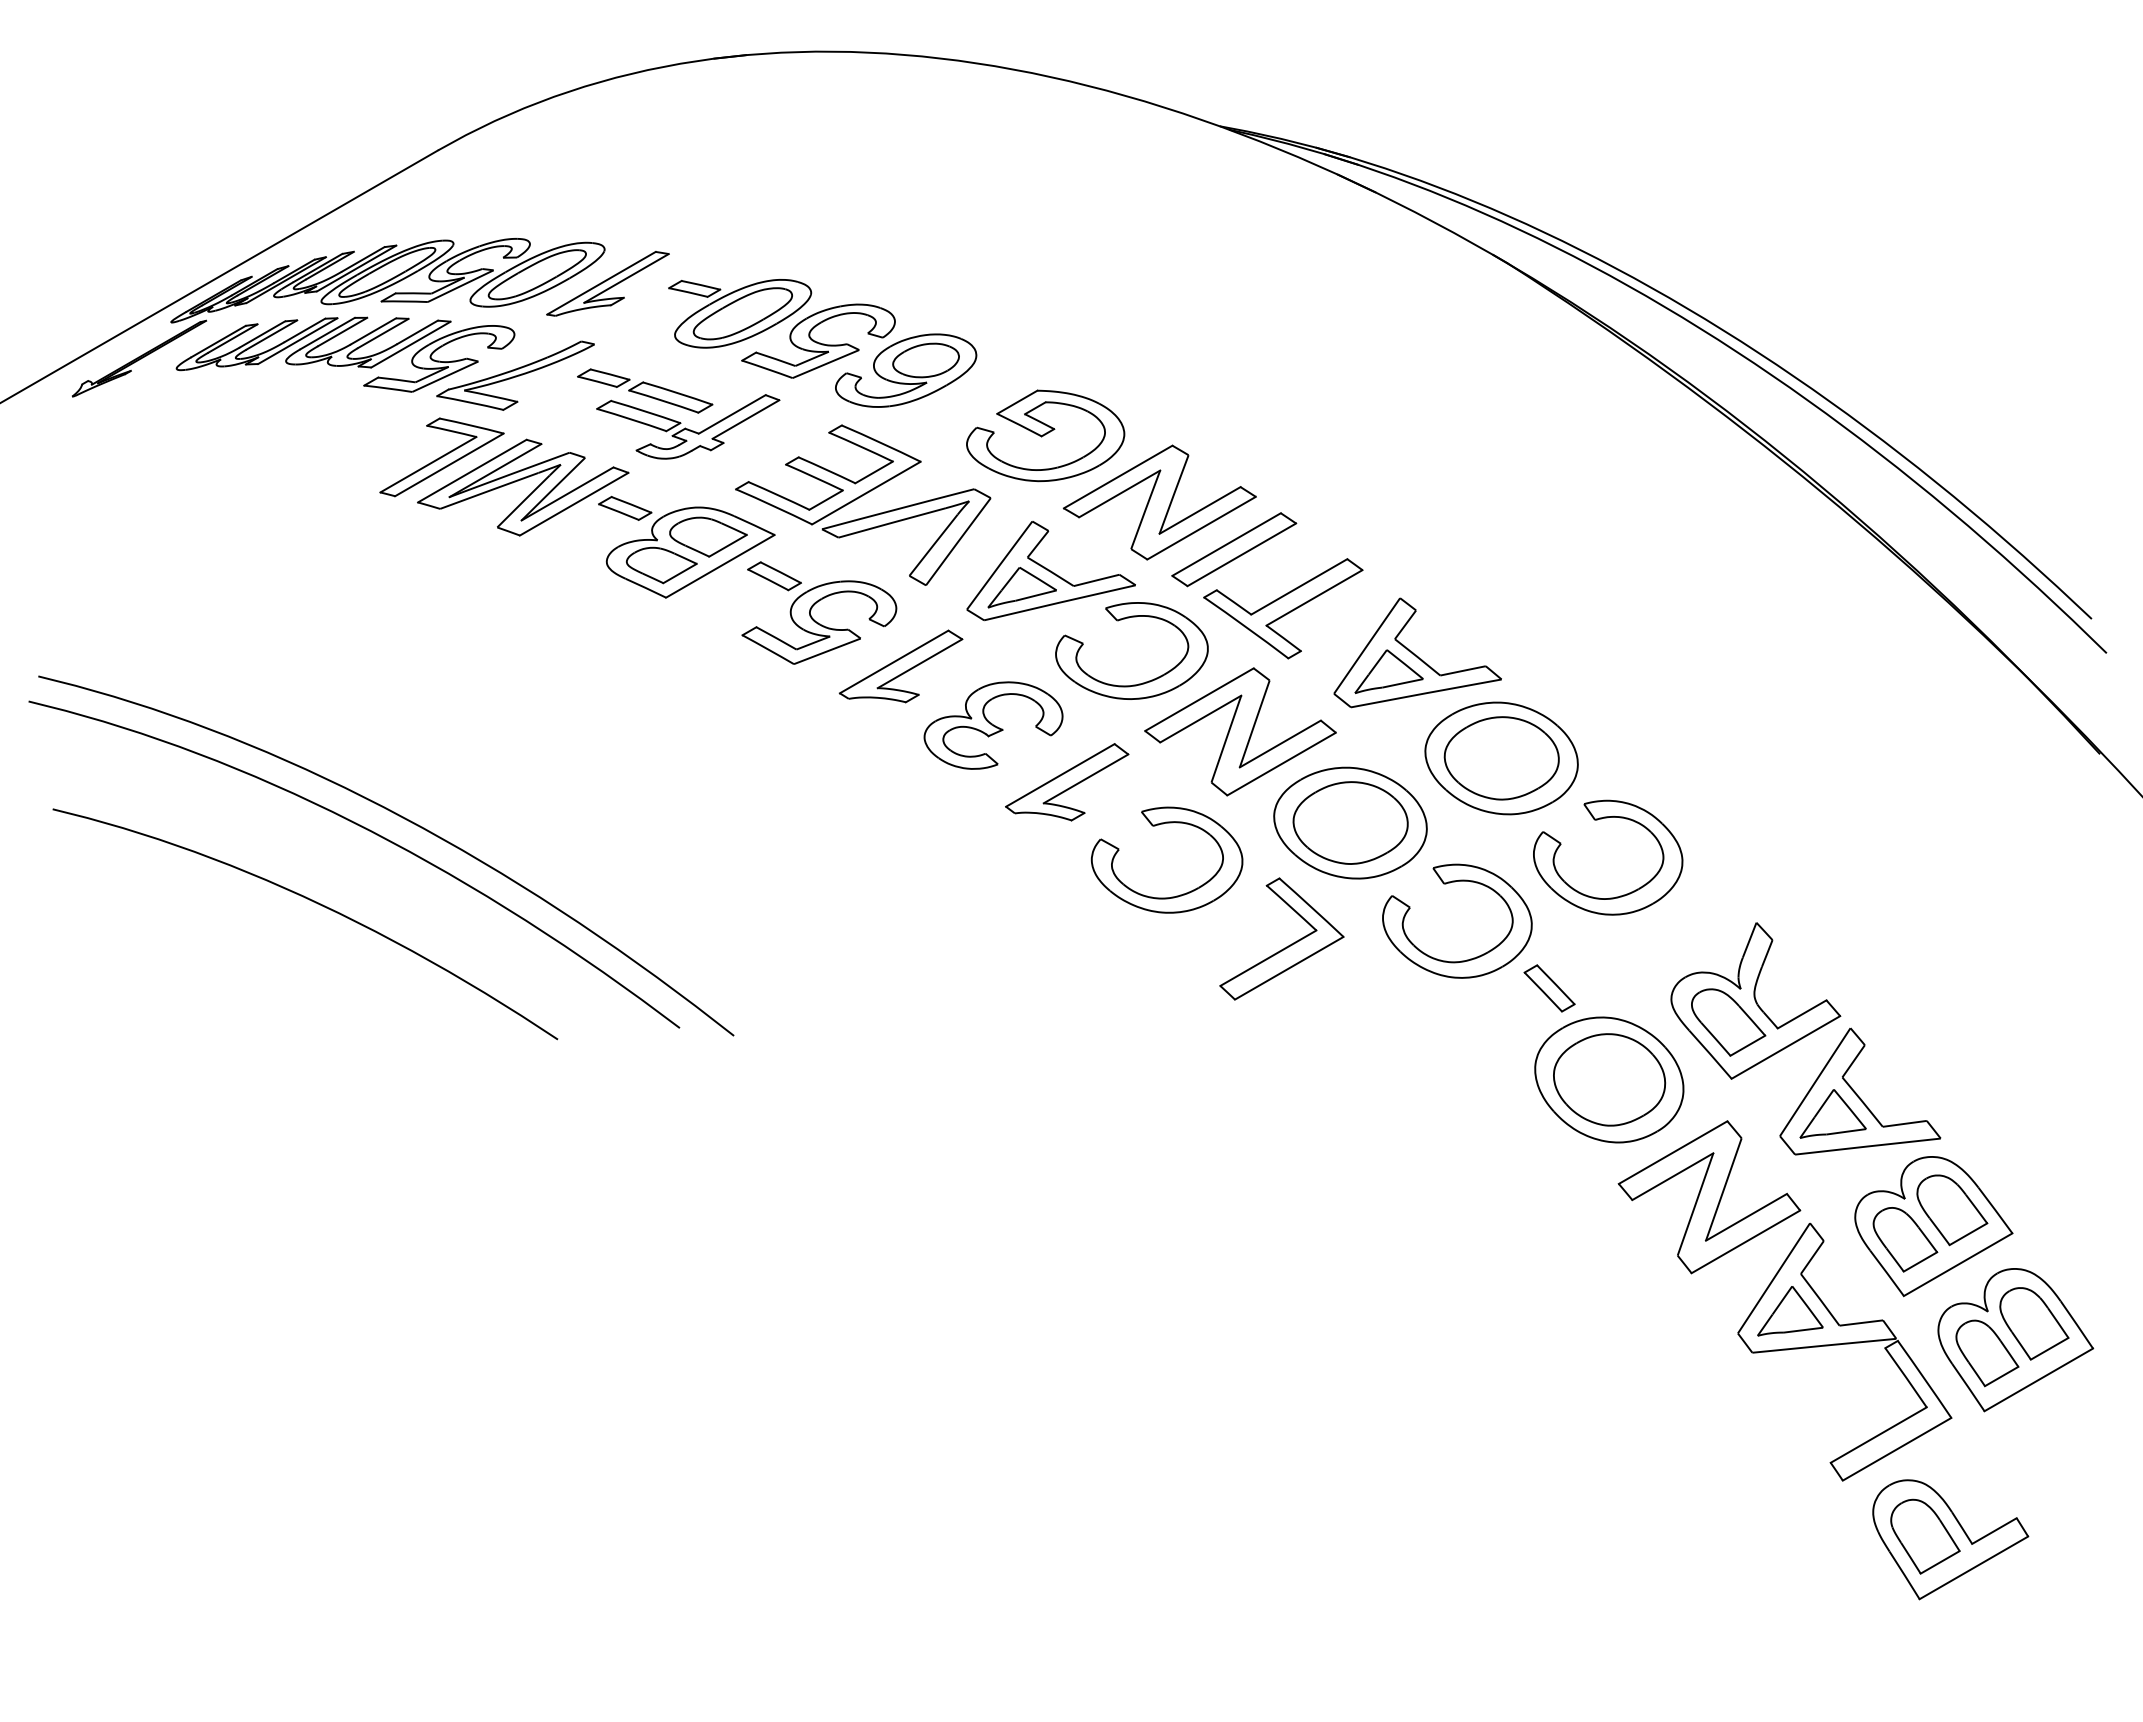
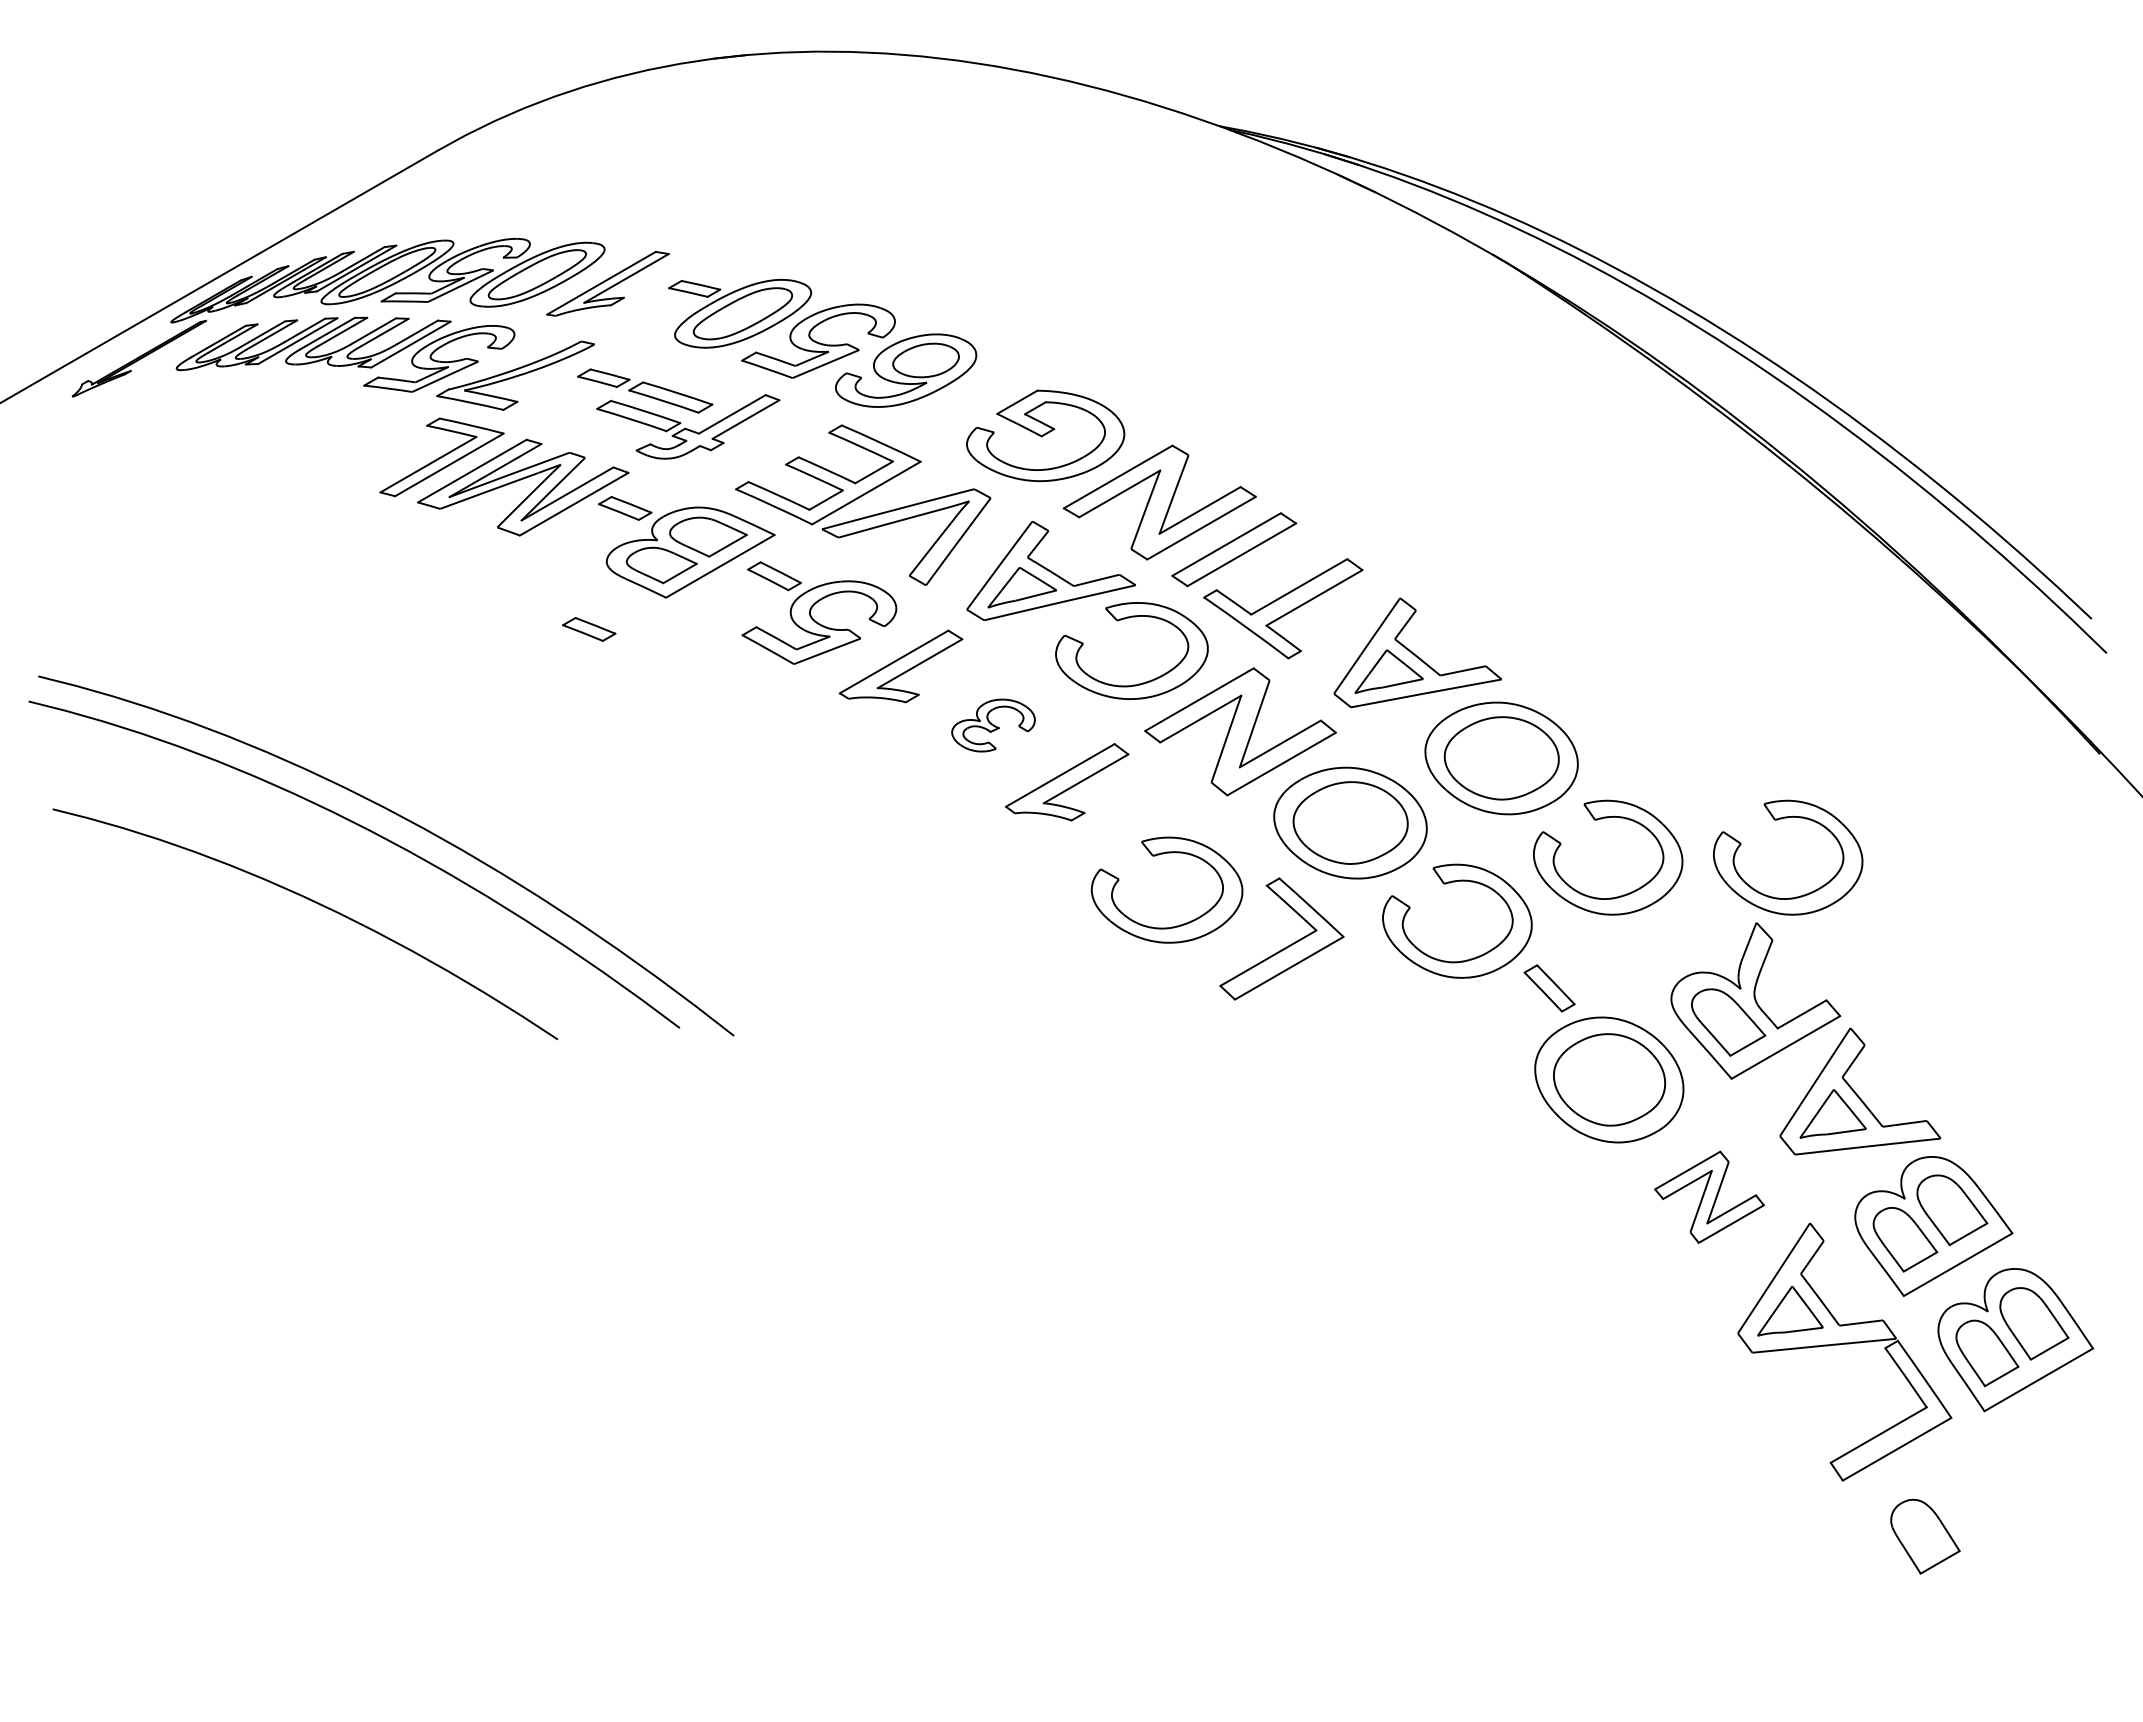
part at (589, 628): none -> present
part at (993, 725) size: 141x89 px -> 85x55 px
part at (1777, 820): none -> present
part at (1159, 825) position: (1159, 825) -> (1159, 855)
part at (1709, 1197) size: 185x155 px -> 111x94 px
part at (1950, 1539): present -> none
